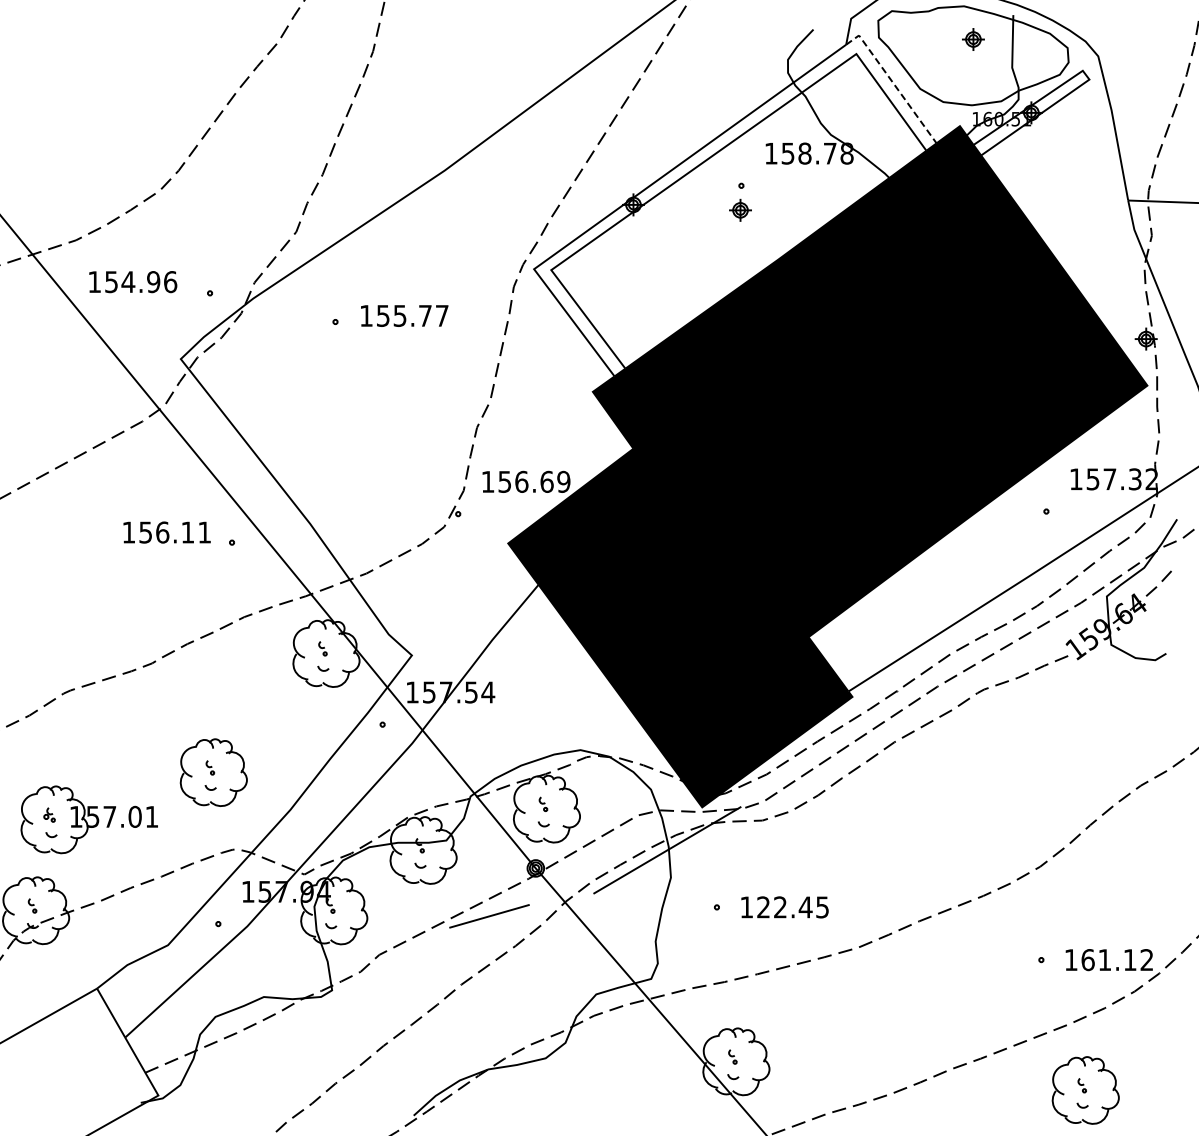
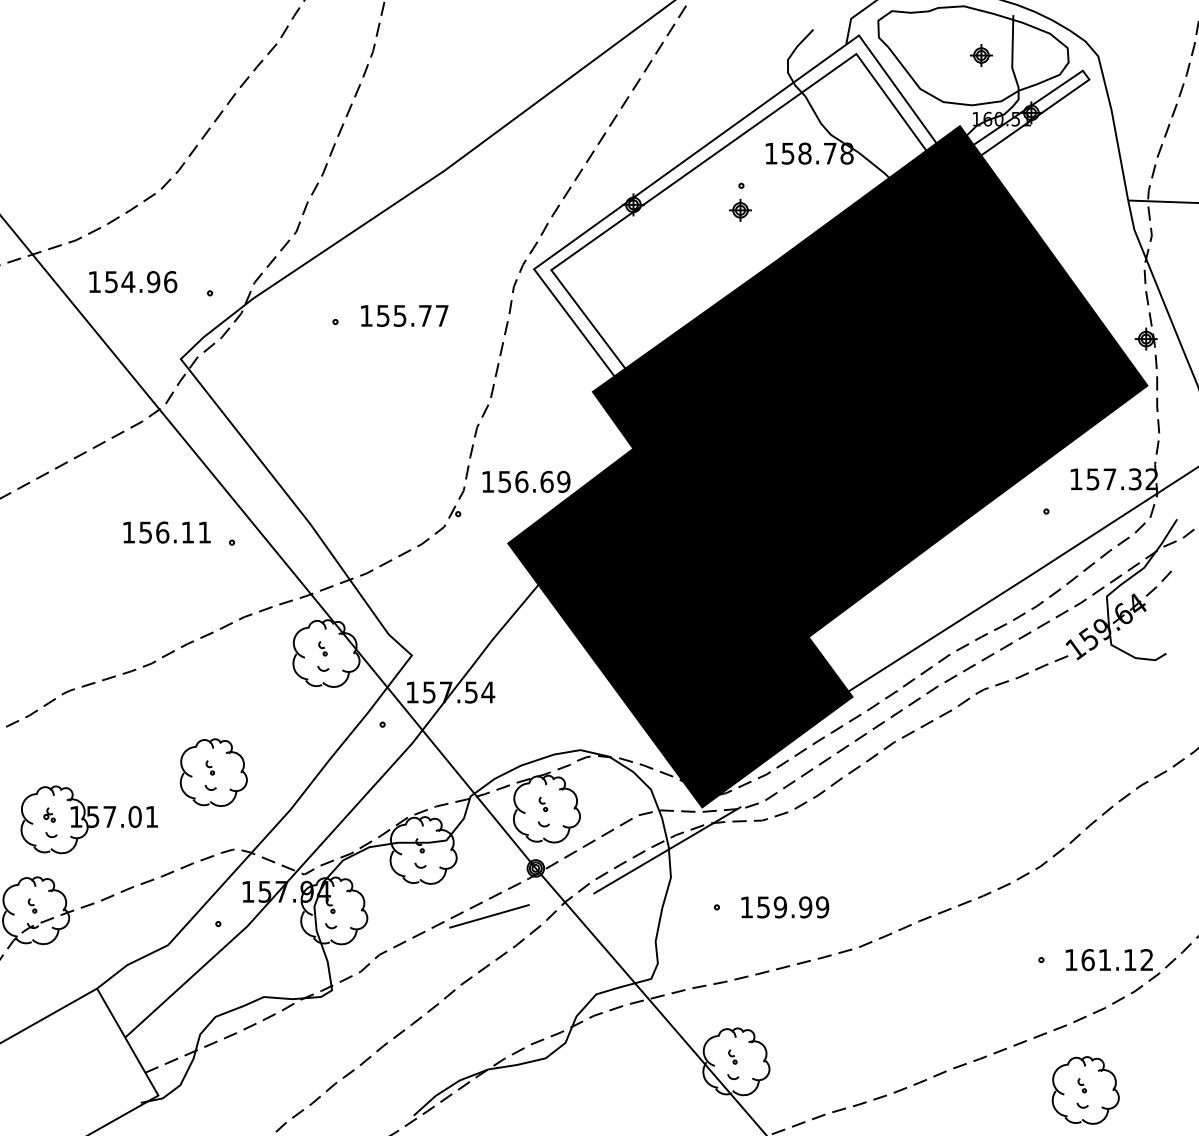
part at (973, 39) position: (973, 39) -> (981, 55)
line at (892, 82): dashed -> solid
text at (793, 907): 122.45 -> 159.99
